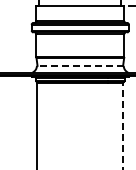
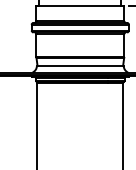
line at (79, 65): dashed -> solid
line at (123, 125): dashed -> solid
